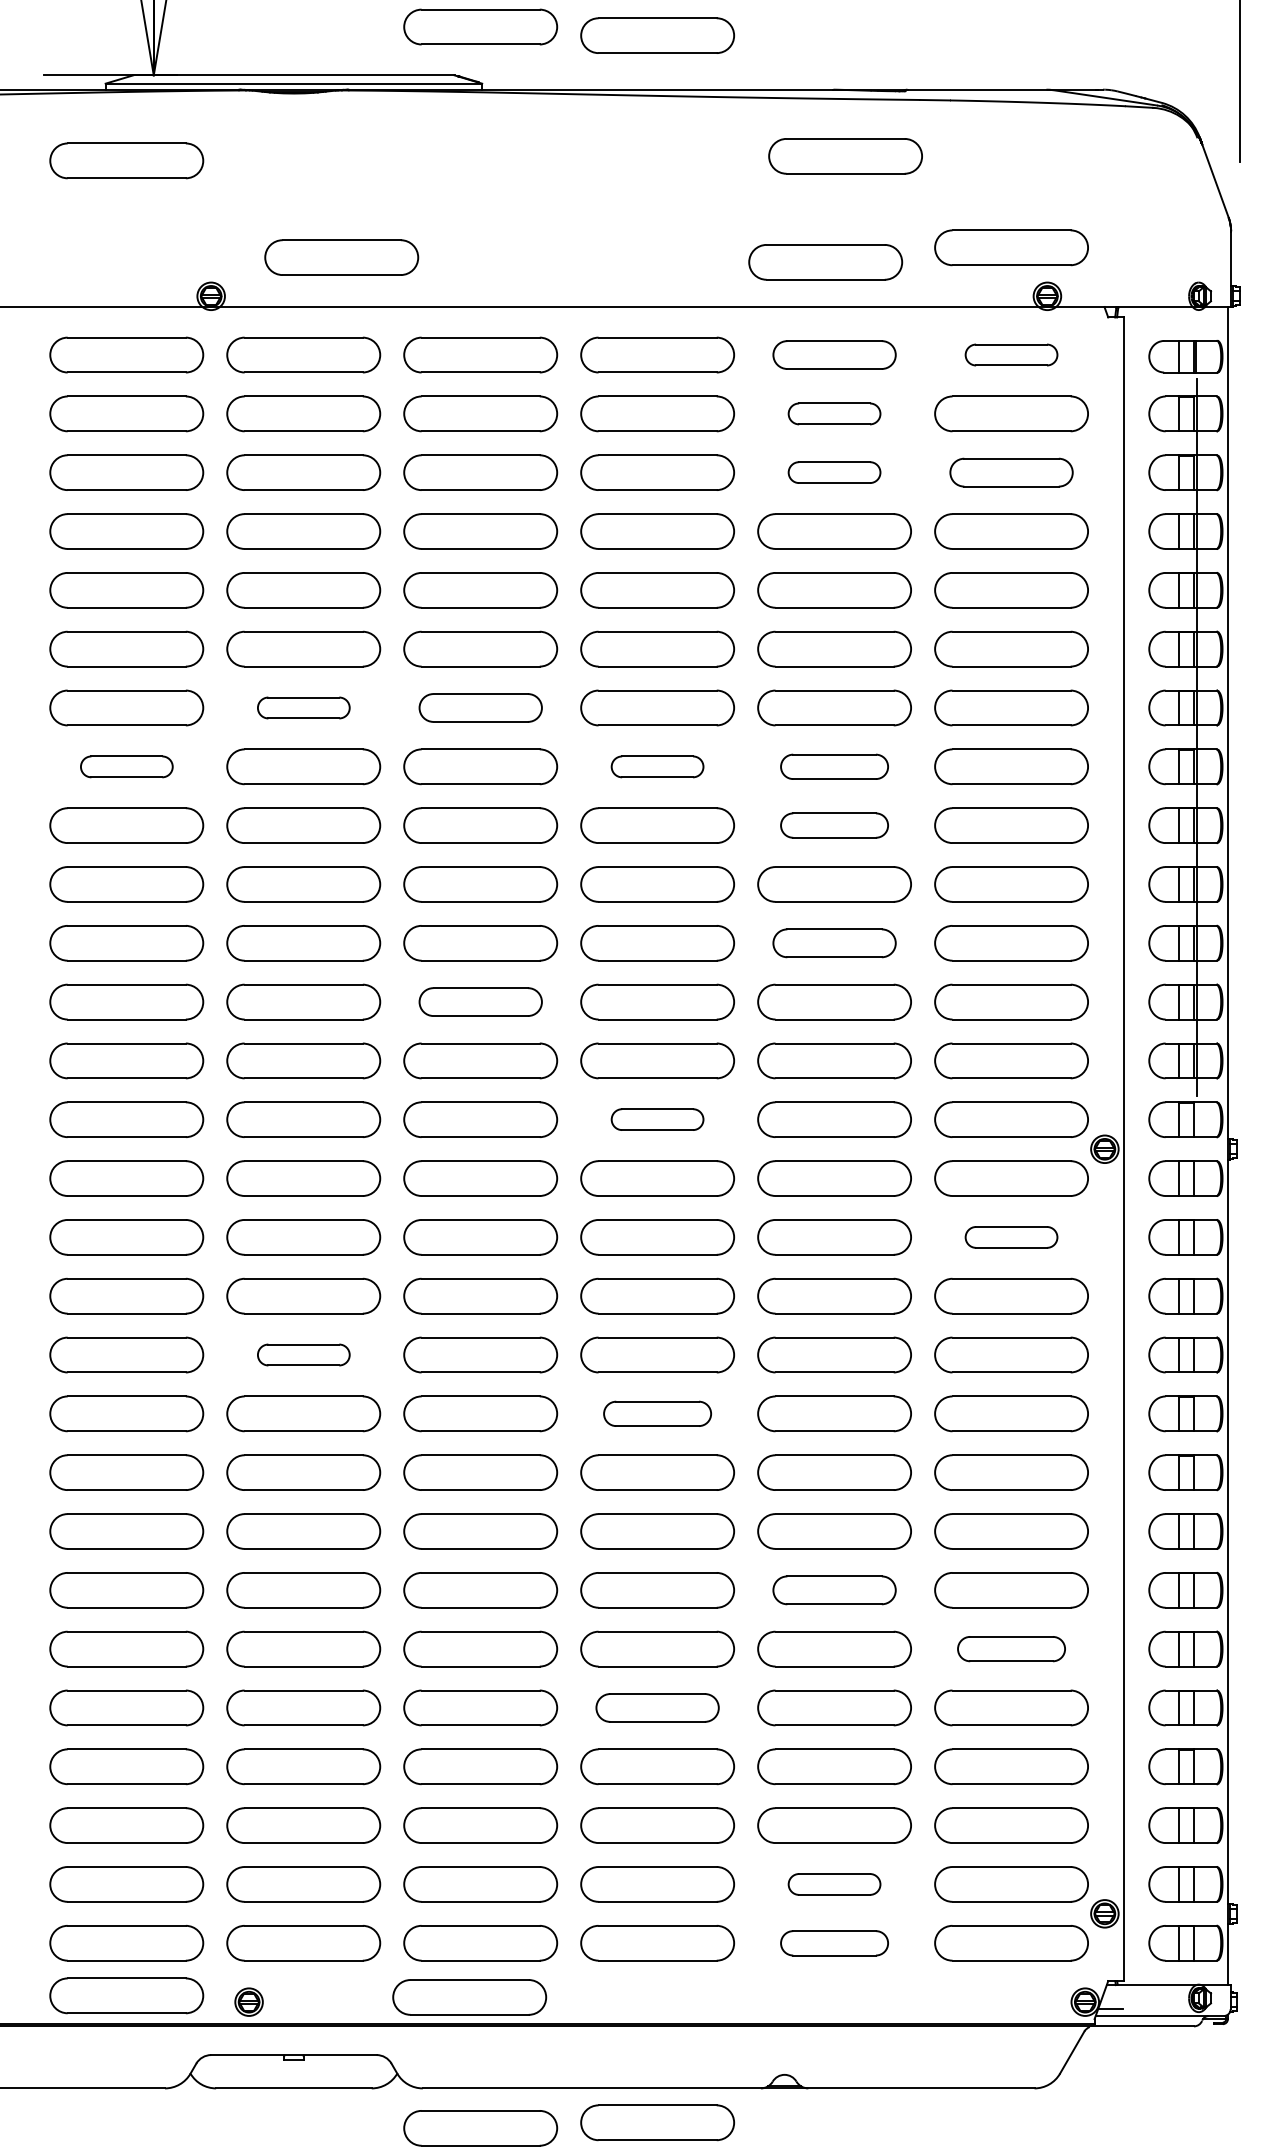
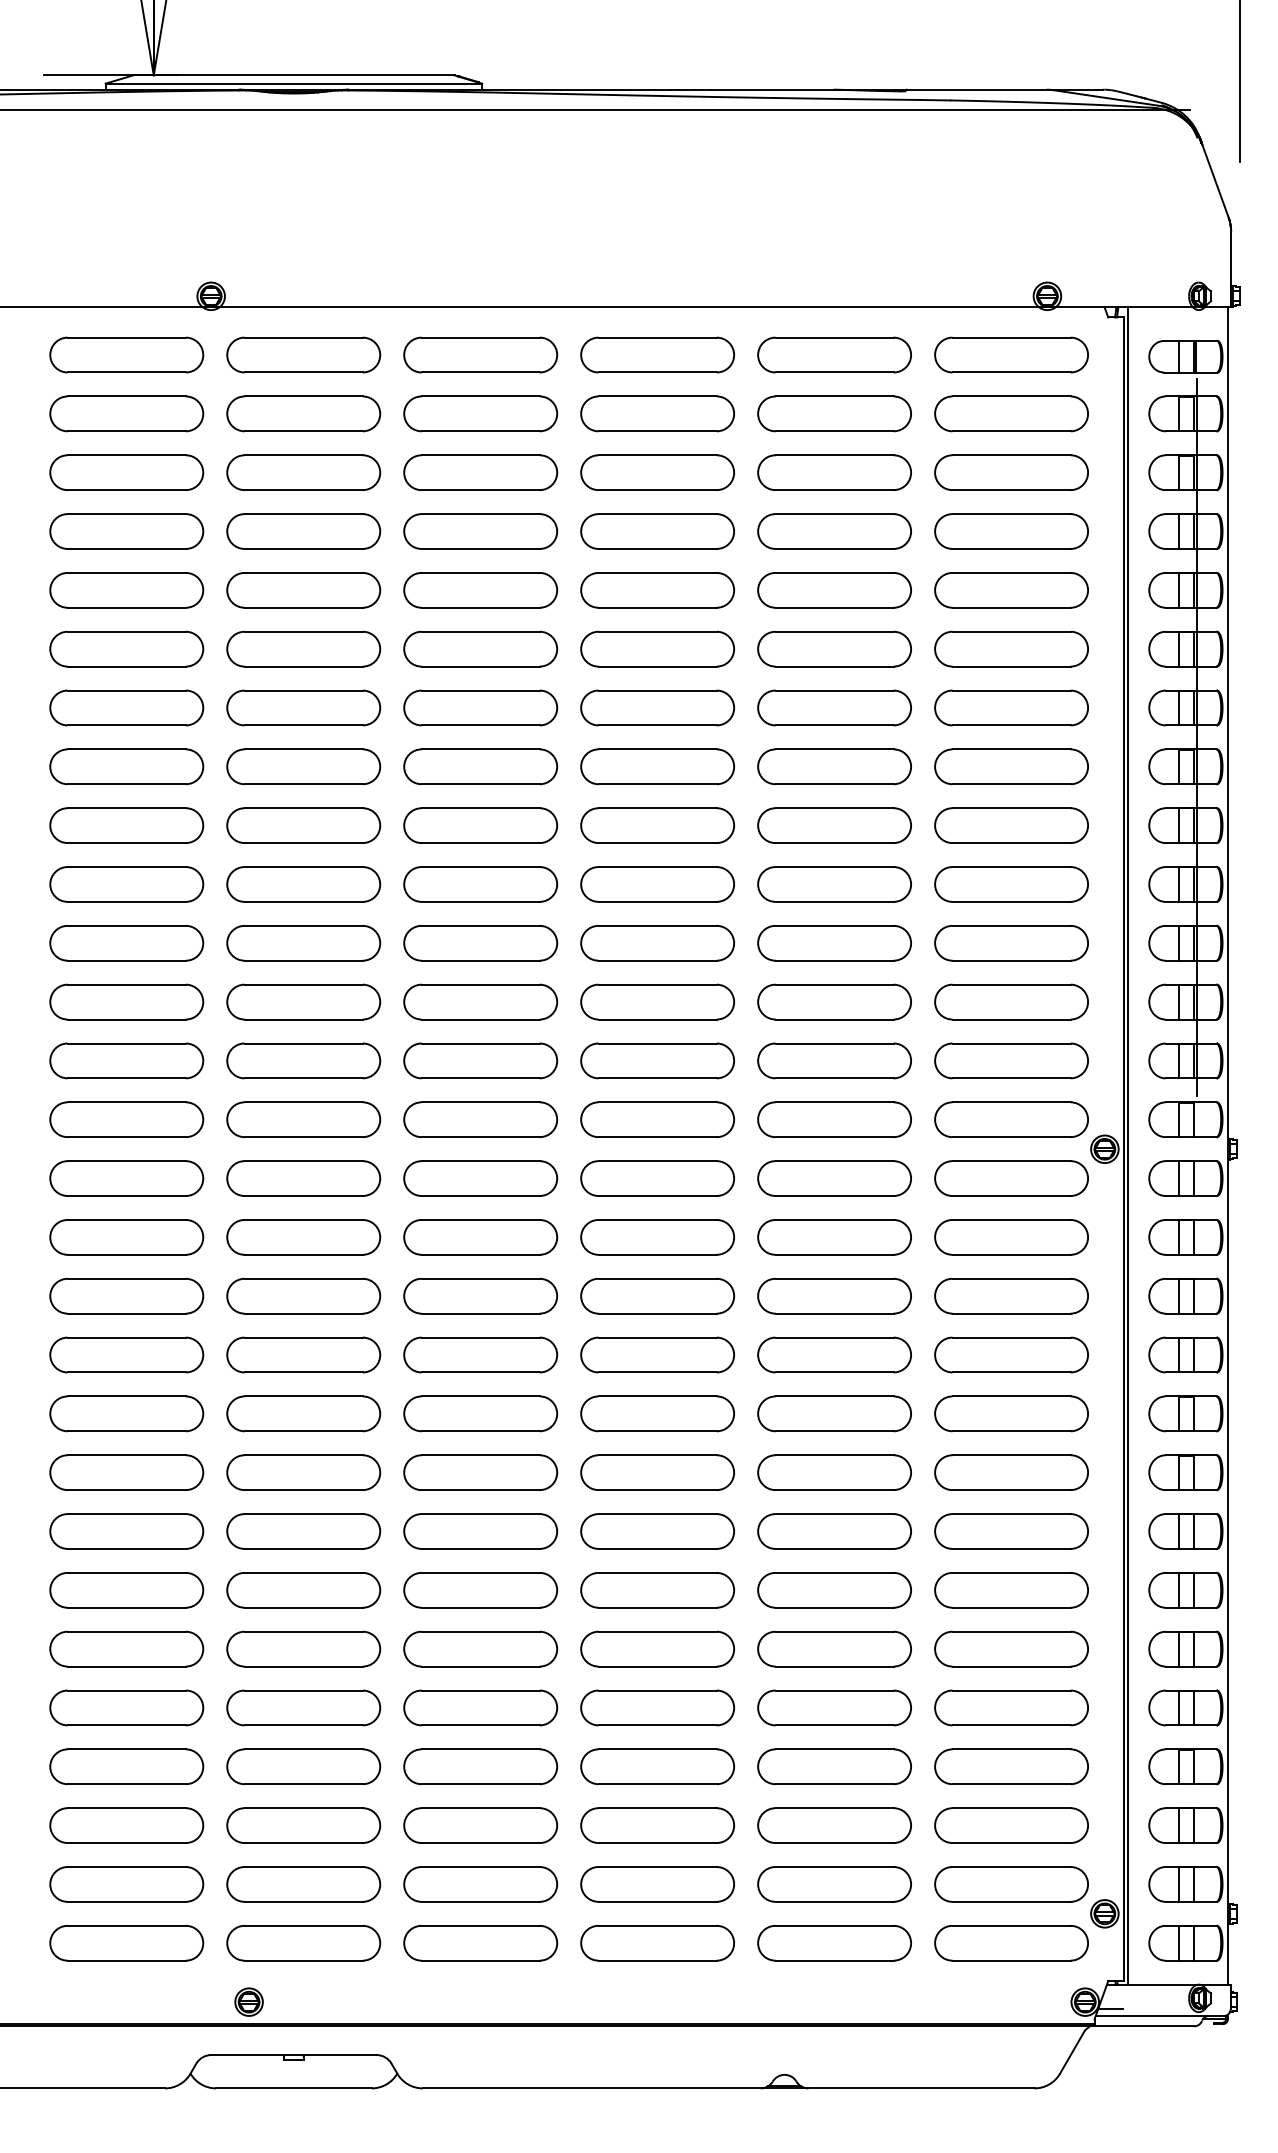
part at (480, 26): present -> none
part at (657, 35): present -> none
line at (595, 110): none -> present
part at (845, 156): present -> none
part at (126, 160): present -> none
part at (1011, 247): present -> none
part at (341, 257): present -> none
part at (825, 262): present -> none
part at (834, 354) size: 125x30 px -> 155x38 px
part at (1011, 354) size: 95x24 px -> 155x38 px
part at (834, 413) size: 95x24 px -> 155x38 px
part at (834, 472) size: 95x23 px -> 155x37 px
part at (1011, 472) size: 125x31 px -> 155x37 px
part at (303, 707) size: 94x24 px -> 156x38 px
part at (480, 707) size: 125x30 px -> 156x38 px
part at (126, 766) size: 94x24 px -> 156x38 px
part at (657, 766) size: 95x24 px -> 155x38 px
part at (834, 766) size: 109x27 px -> 155x38 px
part at (834, 825) size: 109x27 px -> 155x37 px
part at (834, 943) size: 125x31 px -> 155x37 px
part at (480, 1001) size: 125x30 px -> 156x38 px
part at (657, 1119) size: 95x23 px -> 155x37 px
line at (1127, 1146): none -> present
part at (1011, 1237) size: 95x23 px -> 155x37 px
part at (303, 1354) size: 94x24 px -> 156x38 px
part at (657, 1413) size: 109x27 px -> 155x38 px
part at (834, 1590) size: 125x31 px -> 155x37 px
part at (1011, 1649) size: 109x27 px -> 155x38 px
part at (657, 1707) size: 125x30 px -> 155x38 px
part at (834, 1884) size: 95x23 px -> 155x37 px
part at (834, 1943) size: 109x27 px -> 155x37 px
part at (126, 1995): present -> none
part at (469, 1997): present -> none
part at (657, 2122): present -> none
part at (480, 2128): present -> none
